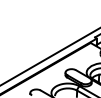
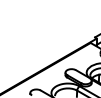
line at (49, 56): present -> none
